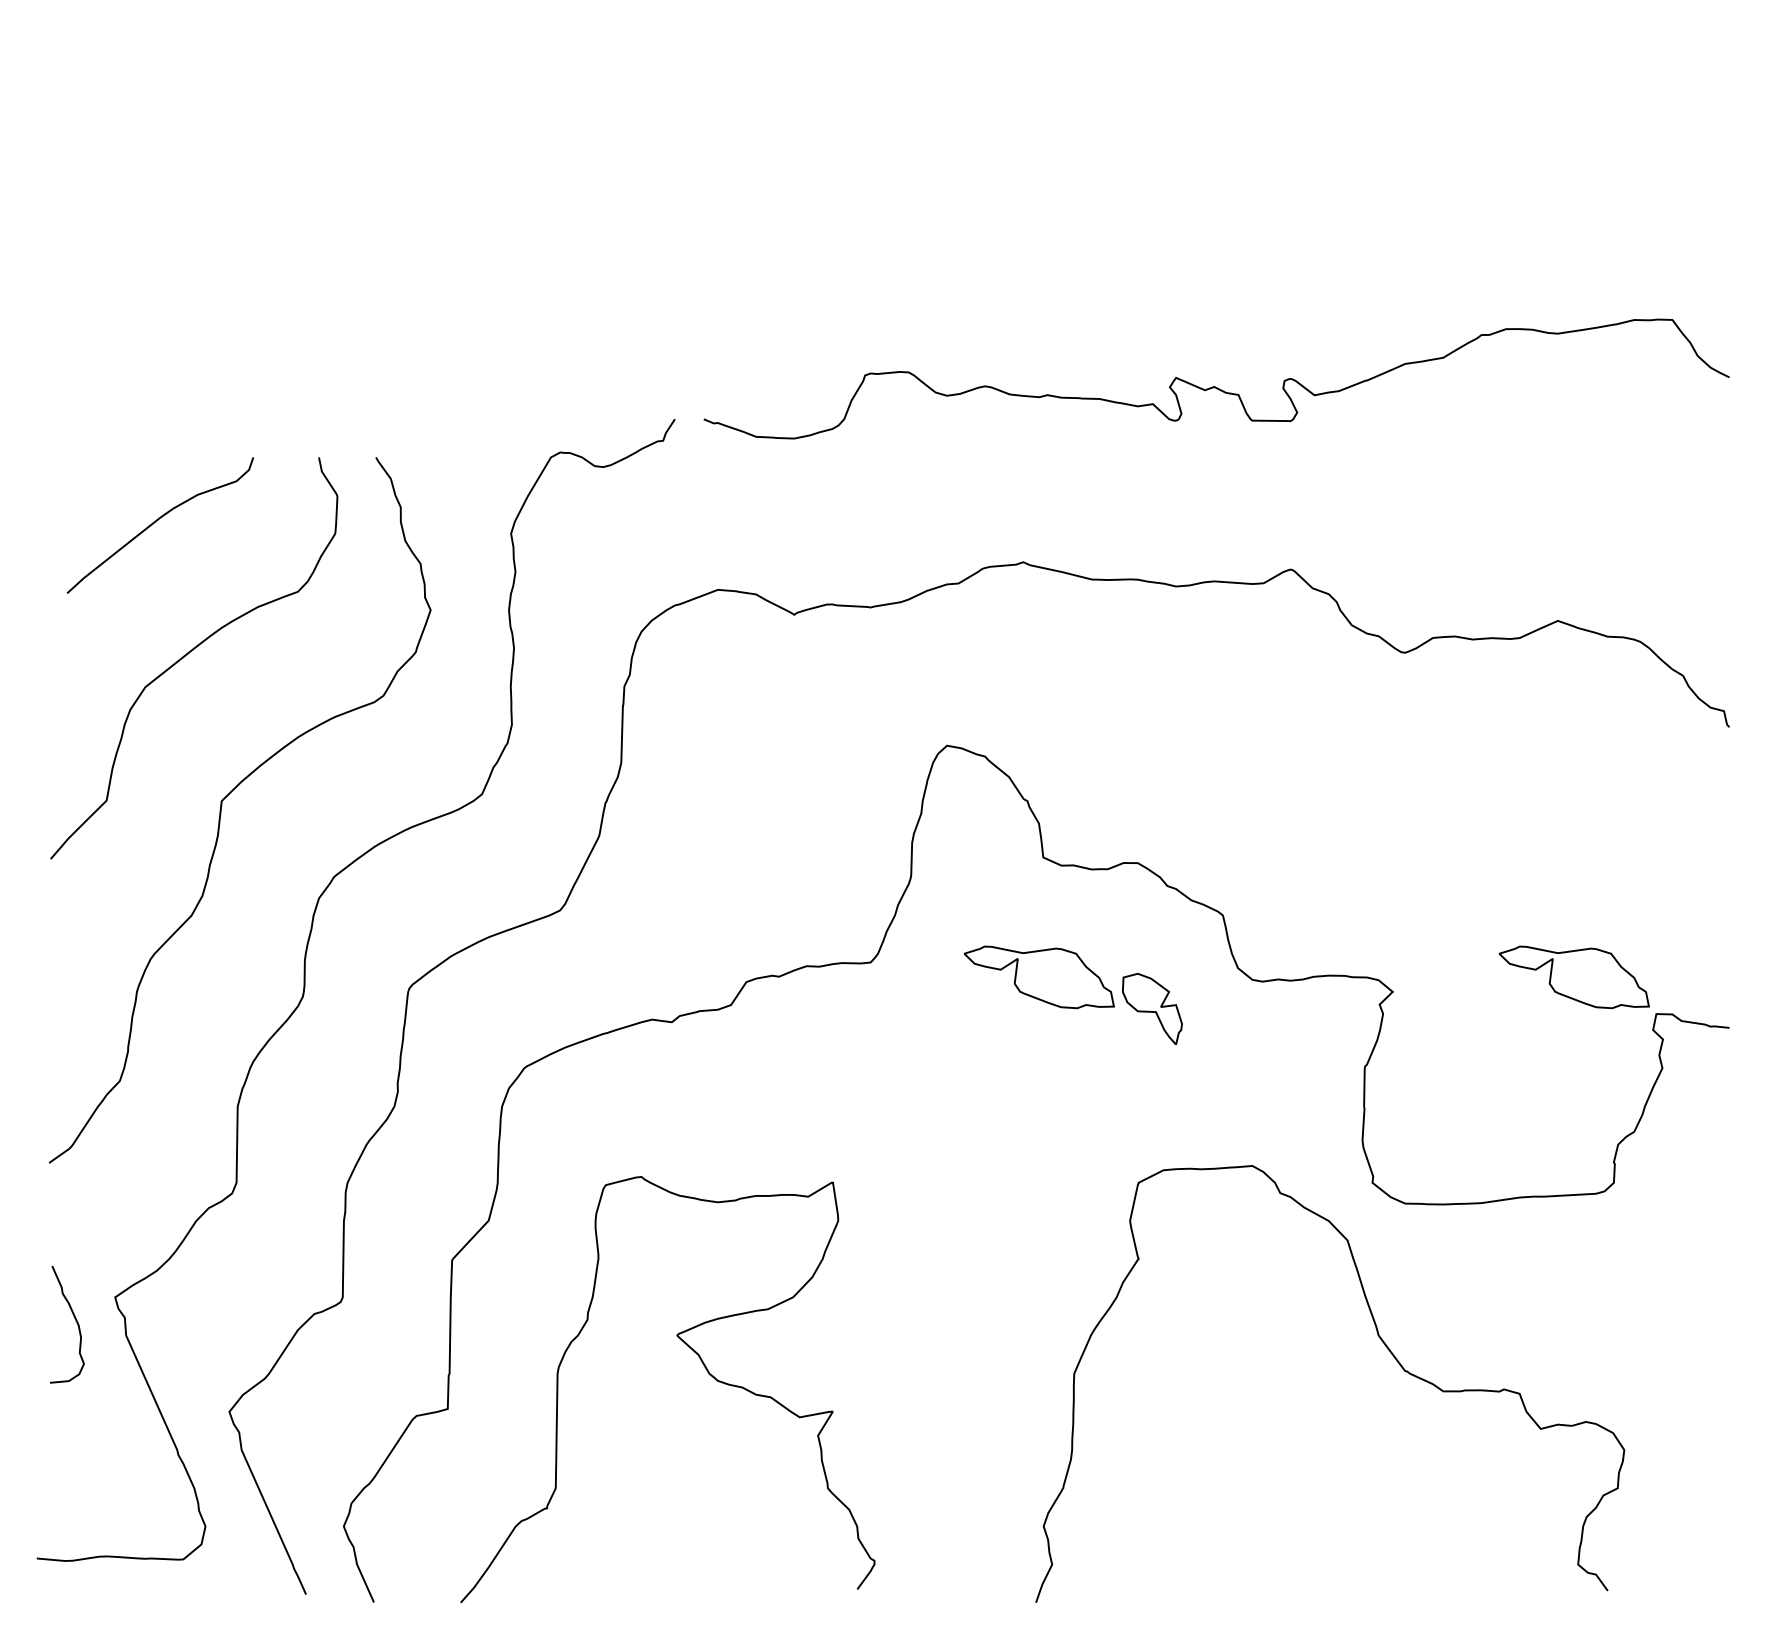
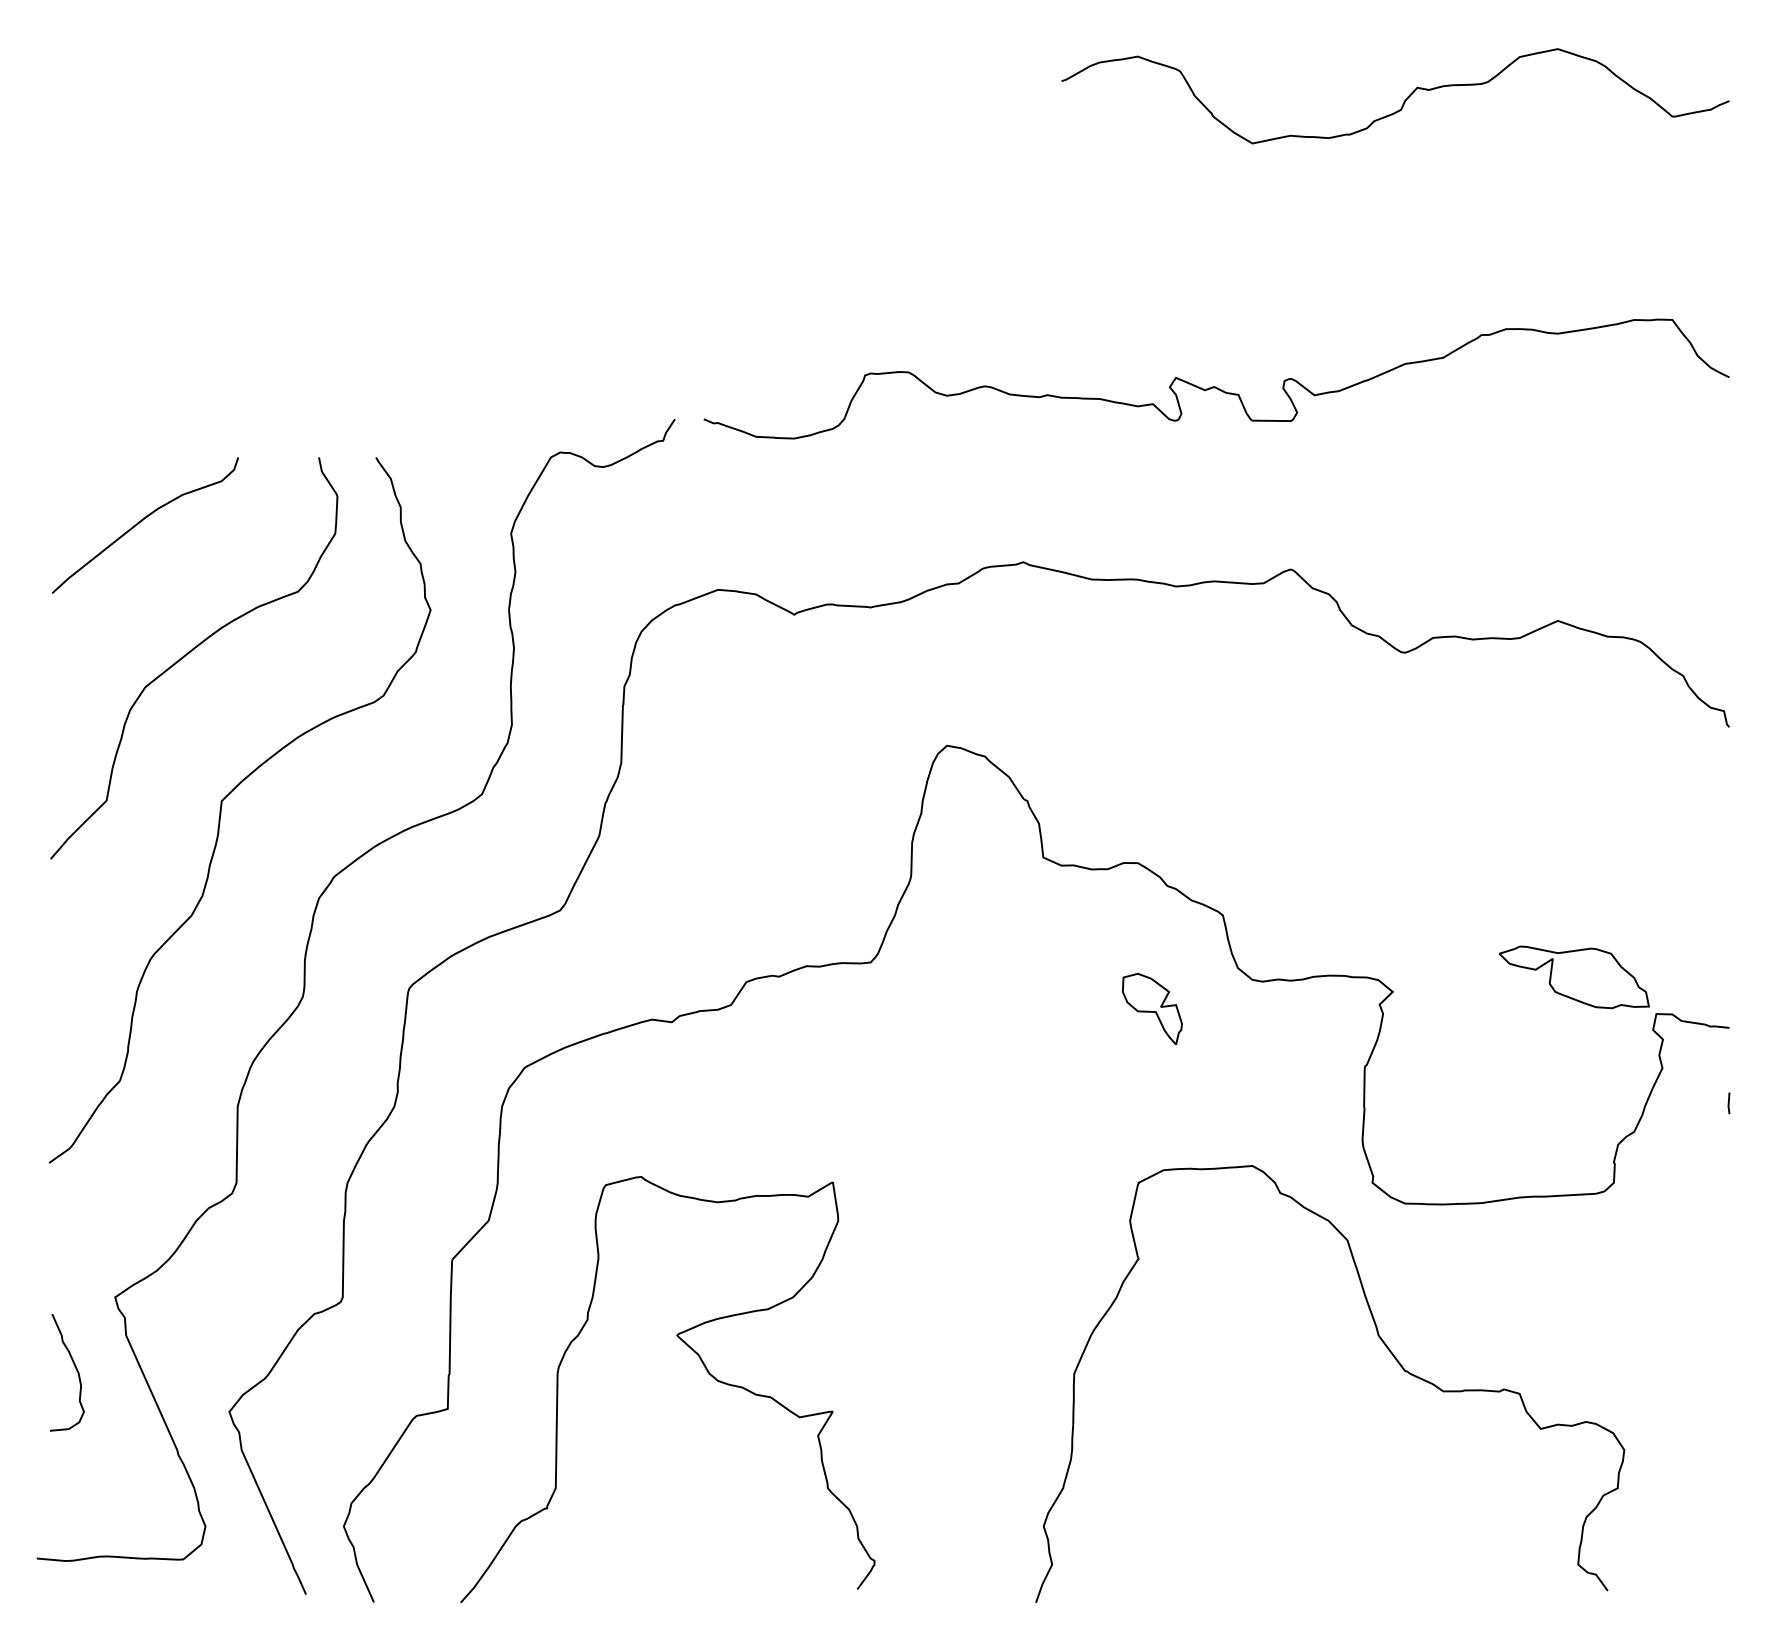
curve at (1403, 101): none -> present
curve at (157, 521) position: (157, 521) -> (142, 521)
part at (1038, 977): present -> none
line at (1728, 1103): none -> present
curve at (75, 1321) position: (75, 1321) -> (75, 1369)
